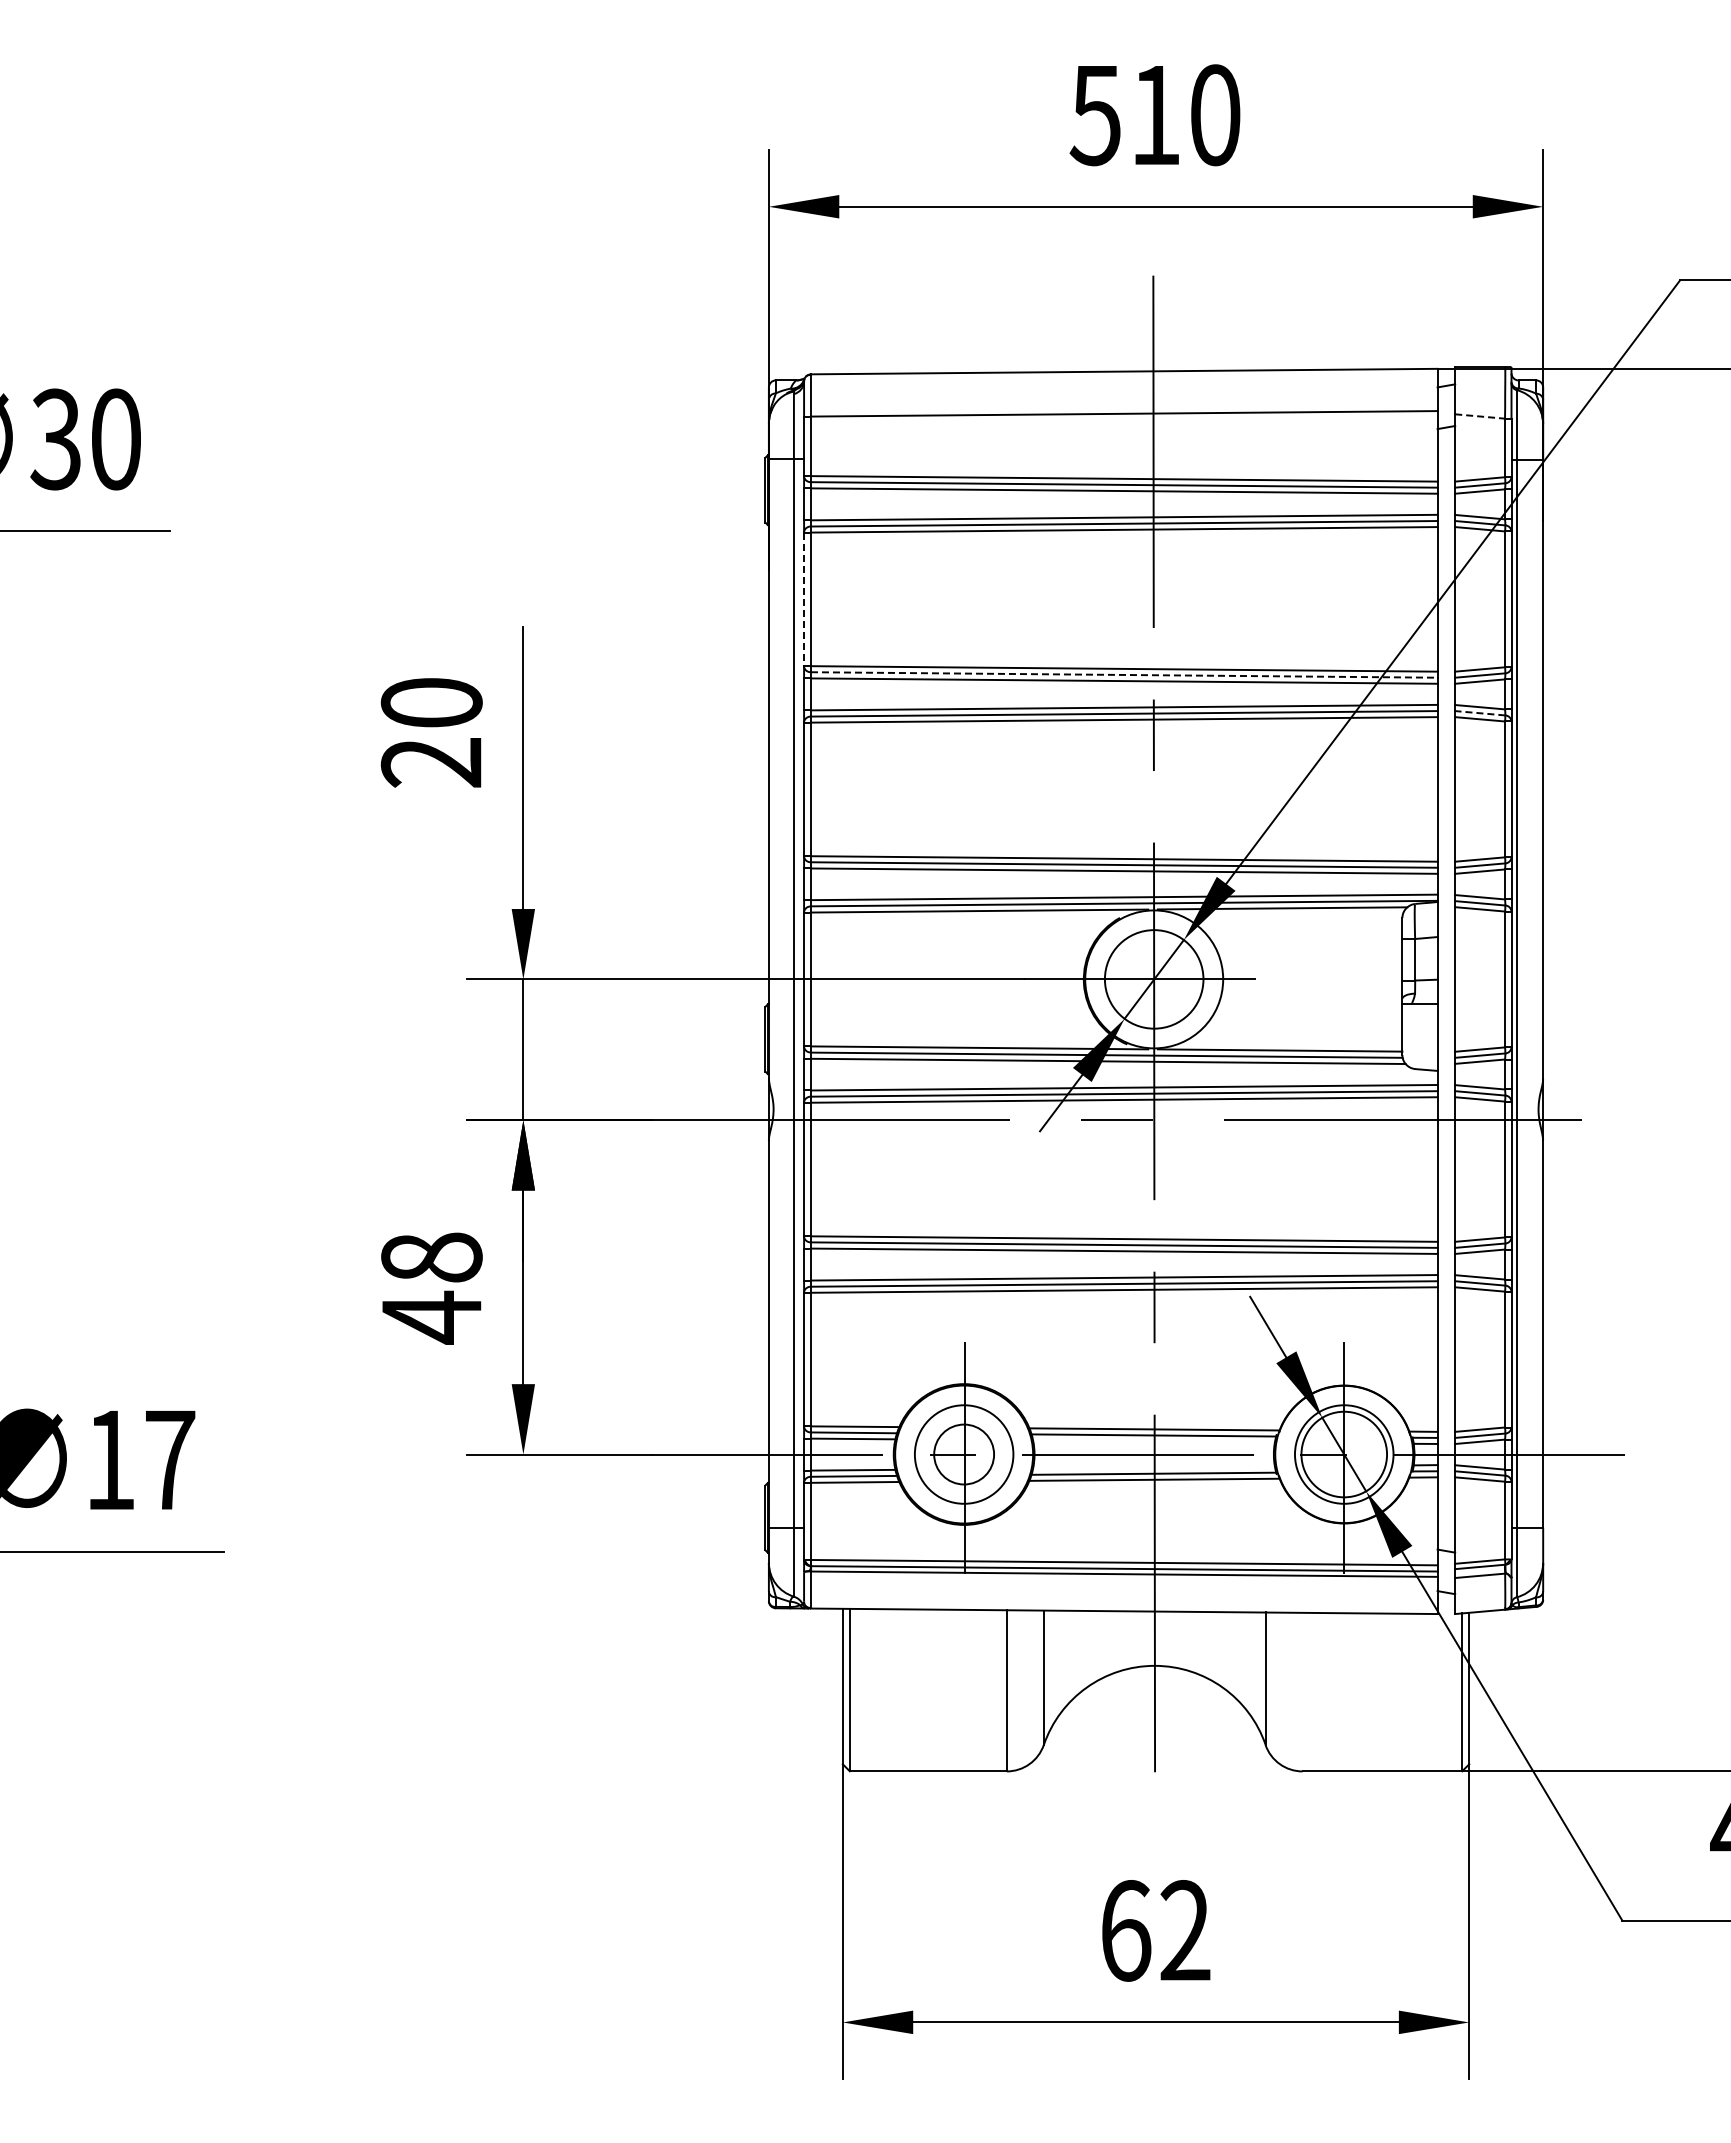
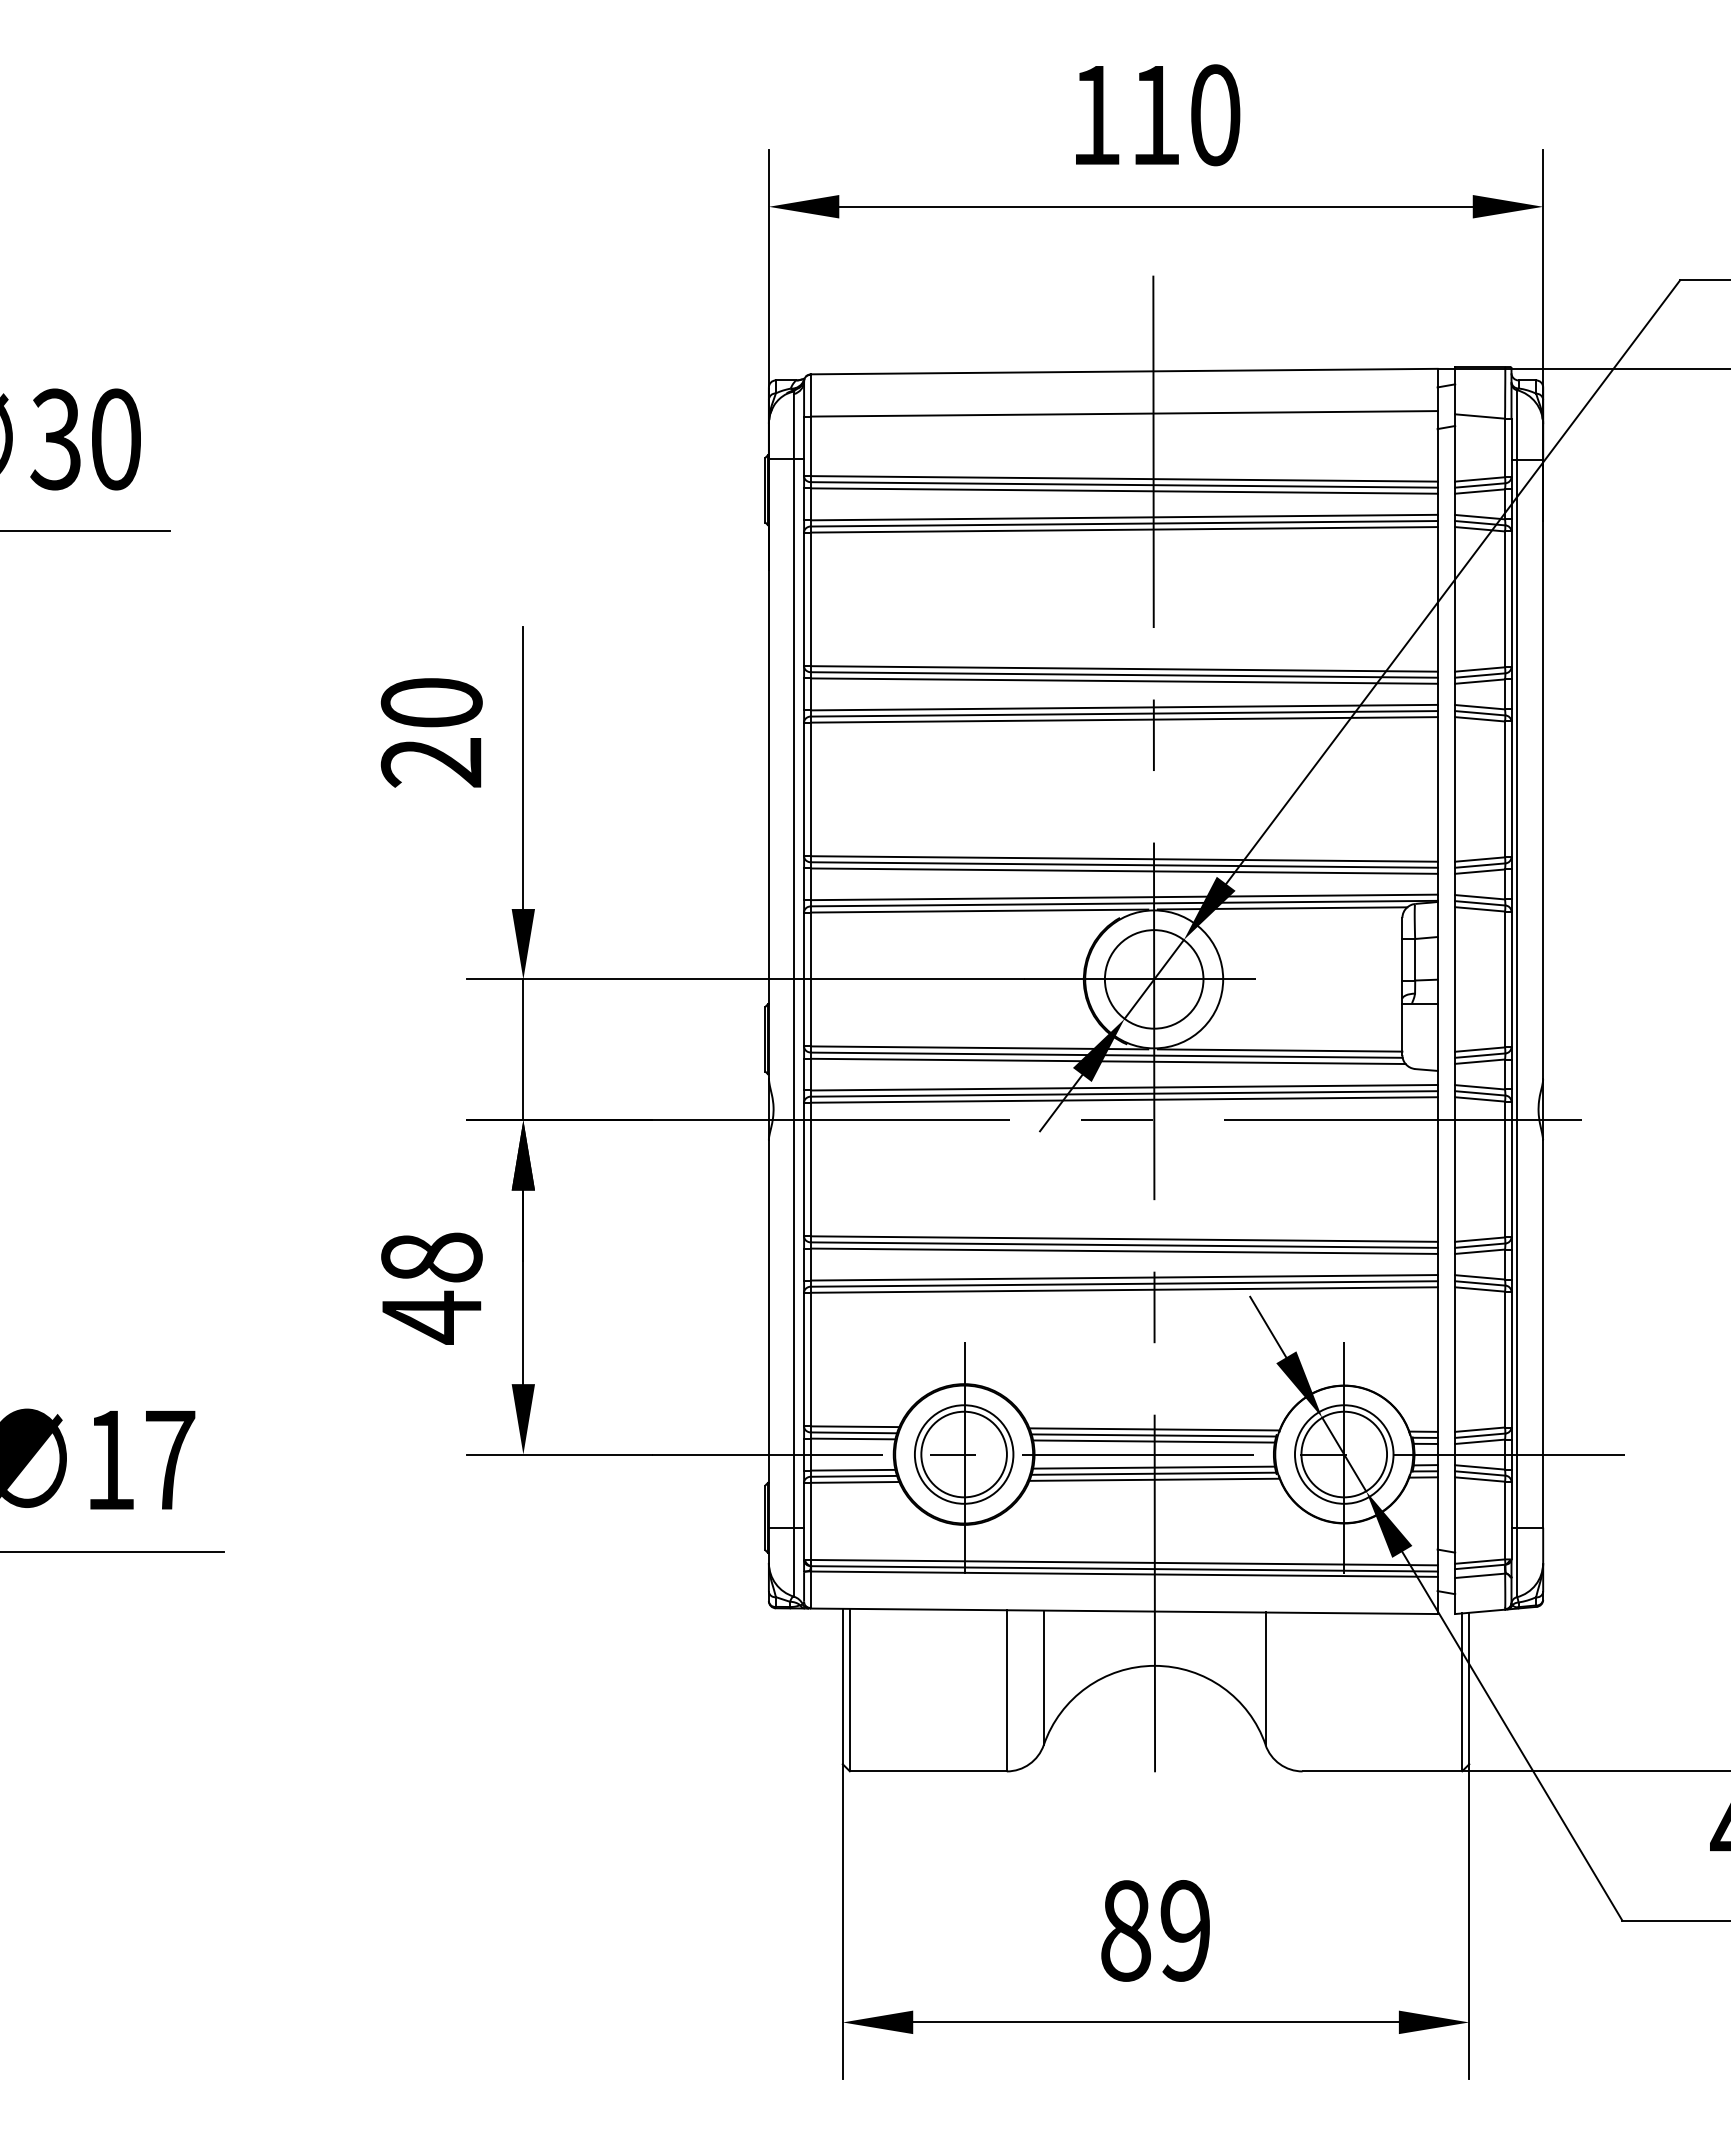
text at (1094, 116): 510 -> 110
line at (1480, 416): dashed -> solid
line at (804, 599): dashed -> solid
line at (1124, 674): dashed -> solid
line at (1479, 713): dashed -> solid
line at (1153, 1441): none -> present
circle at (964, 1454) diameter: 60 px -> 86 px
line at (1153, 1467): none -> present
text at (1155, 1930): 62 -> 89
